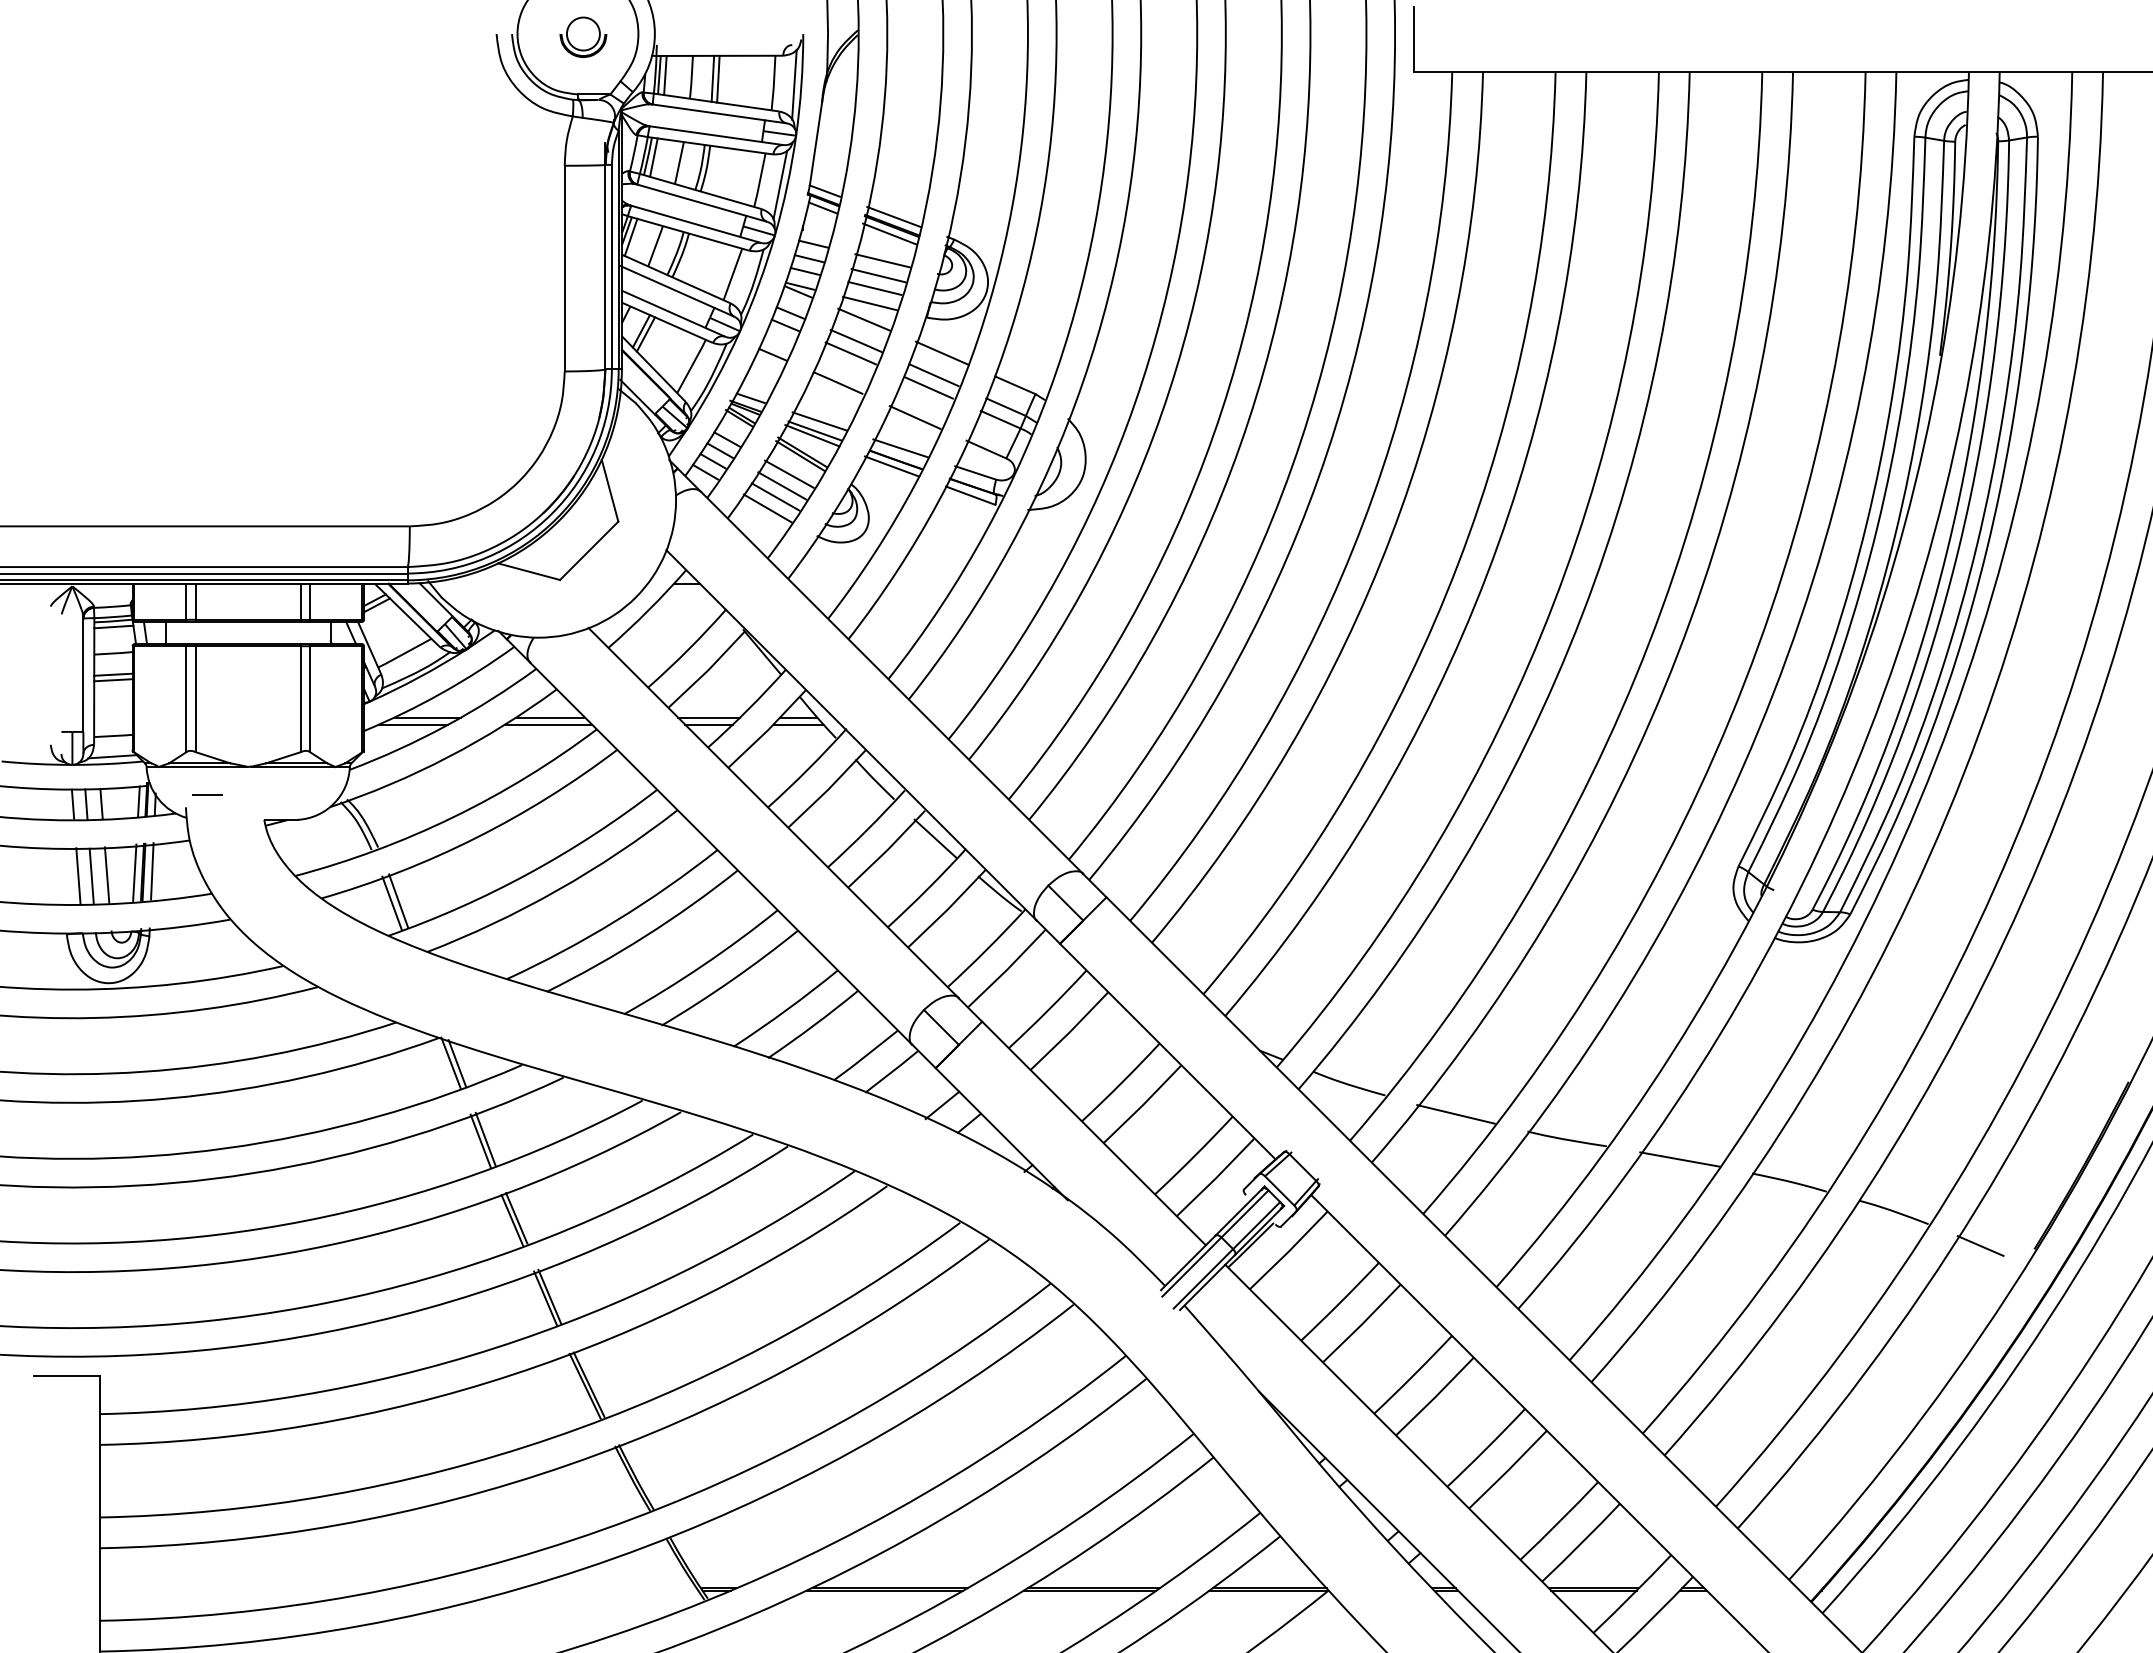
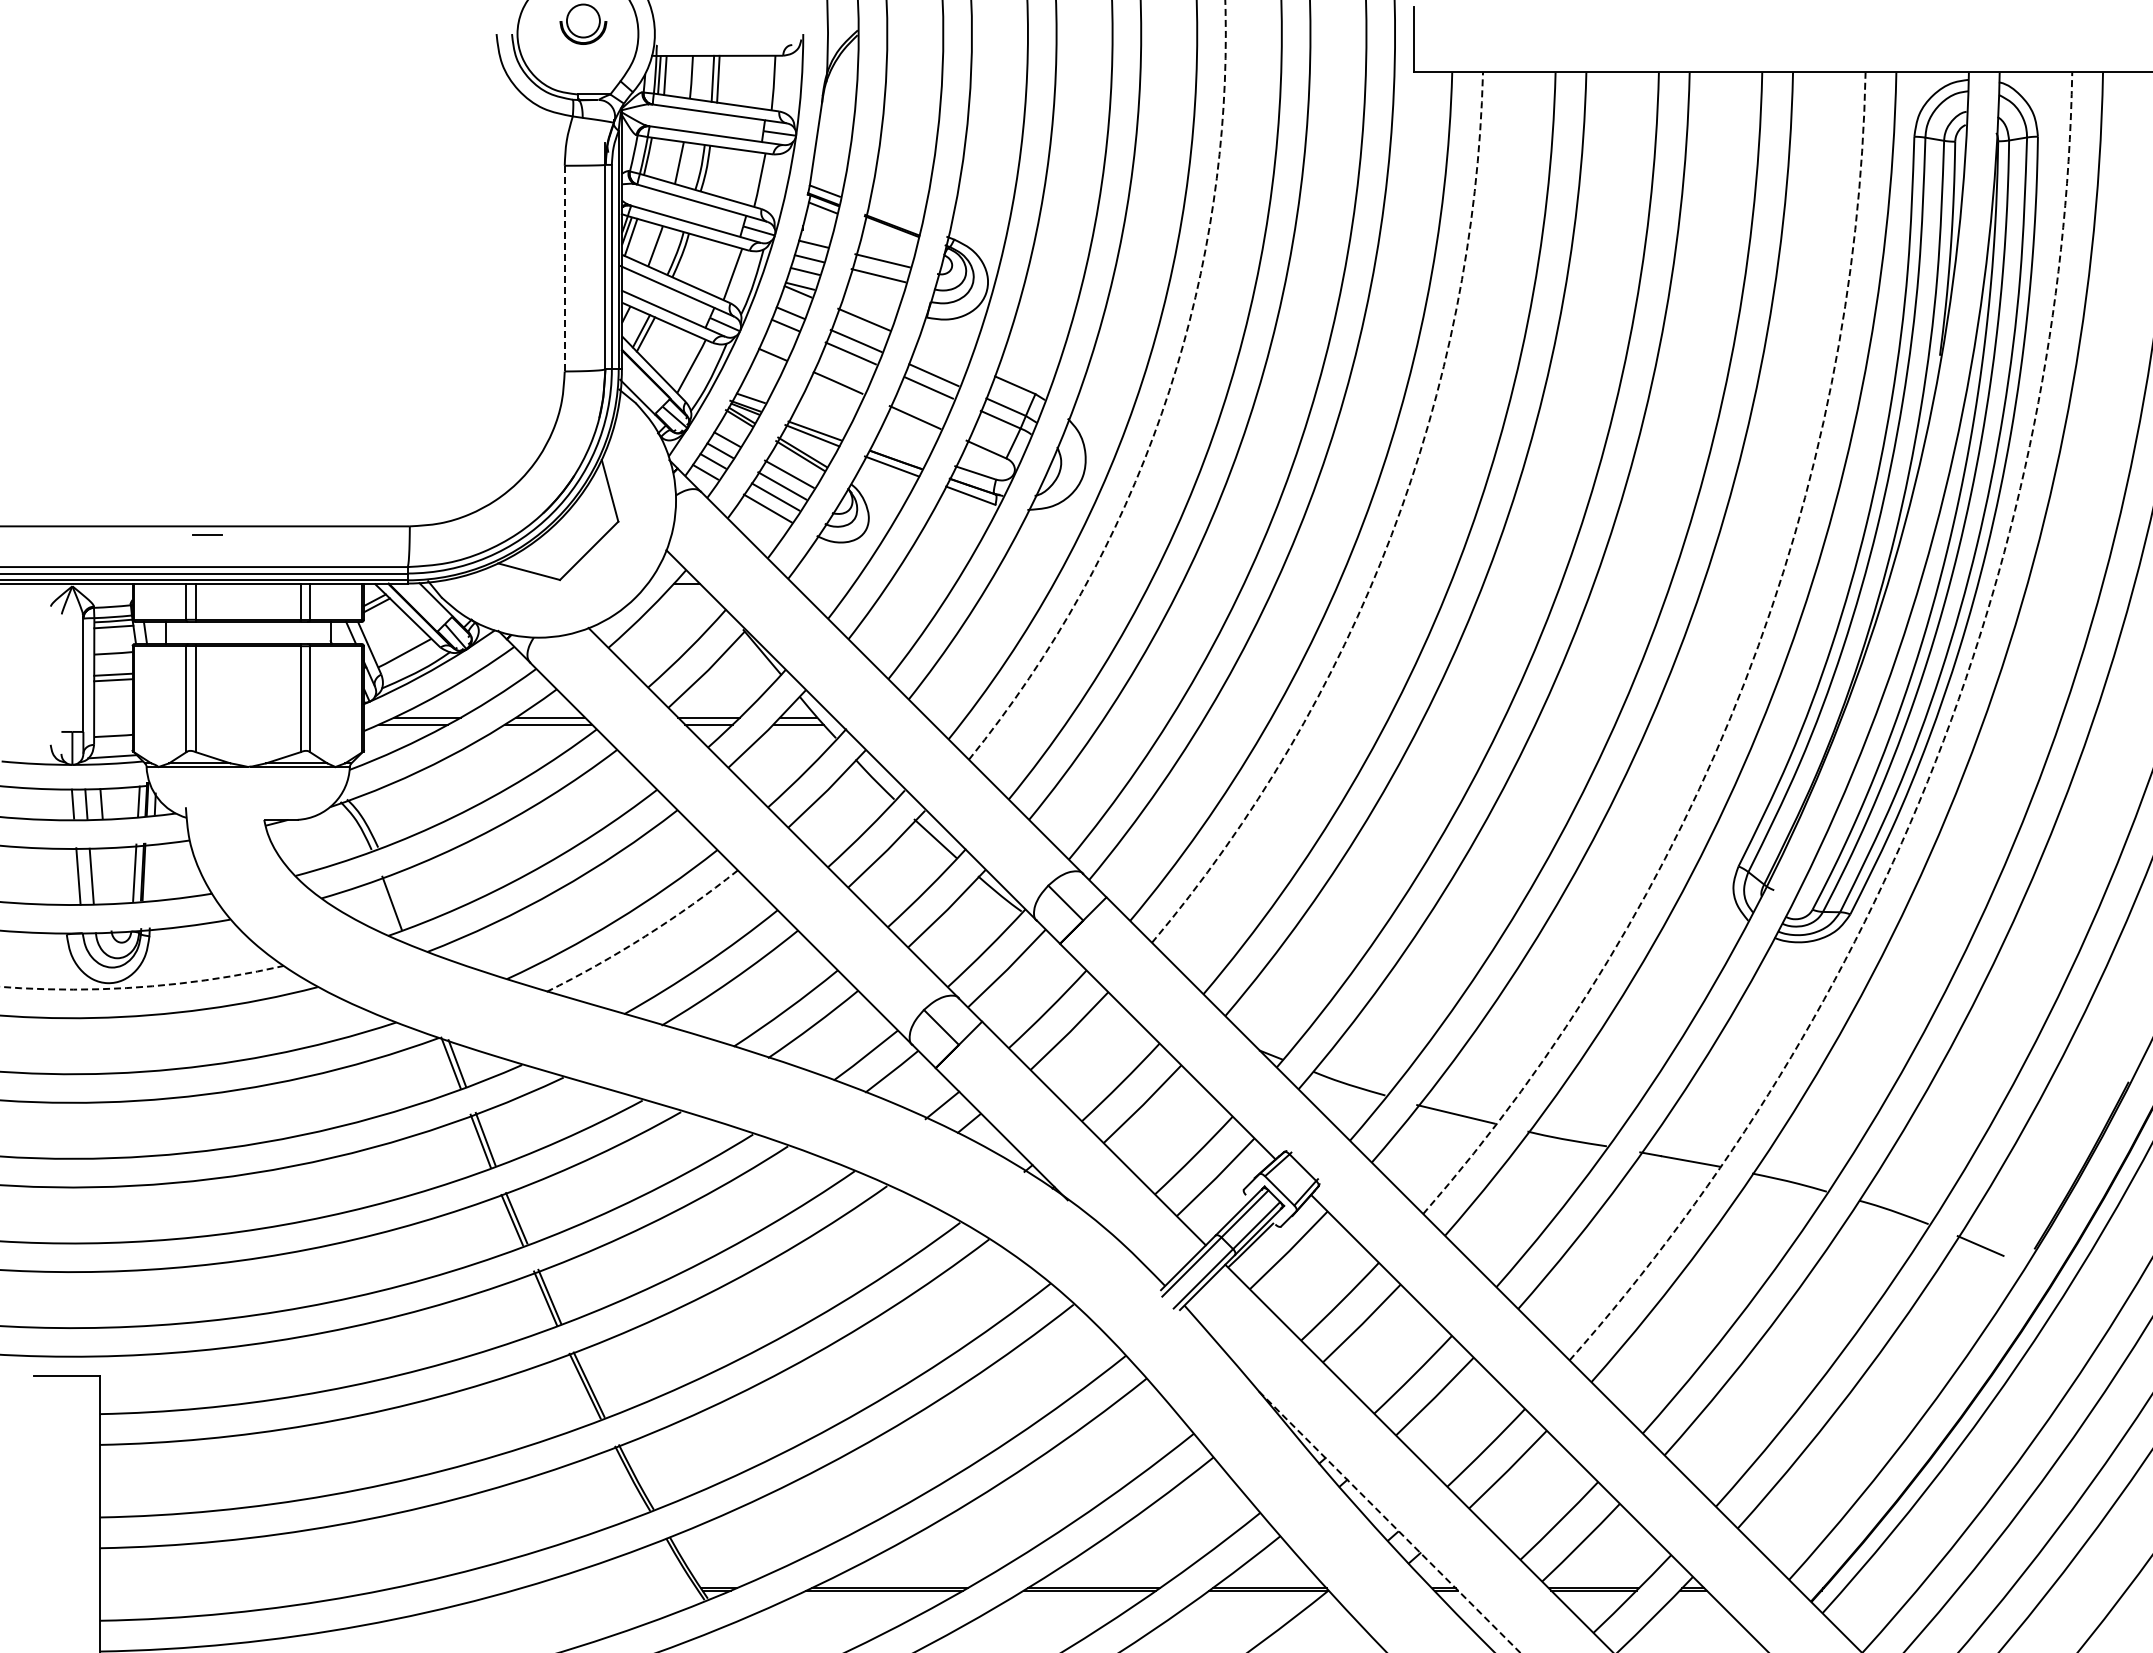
part at (583, 36) position: (583, 36) -> (583, 23)
line at (794, 84): present -> none
line at (653, 157): present -> none
line at (780, 184): present -> none
line at (894, 216): present -> none
line at (889, 233): present -> none
line at (564, 268): solid -> dashed
line at (874, 288): present -> none
line at (869, 303): present -> none
line at (941, 352): present -> none
arc at (1163, 407): solid -> dashed
line at (819, 421): present -> none
line at (900, 448): present -> none
arc at (1391, 535): solid -> dashed
arc at (1744, 682): solid -> dashed
arc at (1935, 761): solid -> dashed
line at (207, 794) position: (207, 794) -> (207, 534)
line at (152, 871): present -> none
line at (106, 874): present -> none
line at (398, 900): present -> none
arc at (645, 936): solid -> dashed
arc at (142, 986): solid -> dashed
line at (1389, 1522): solid -> dashed
